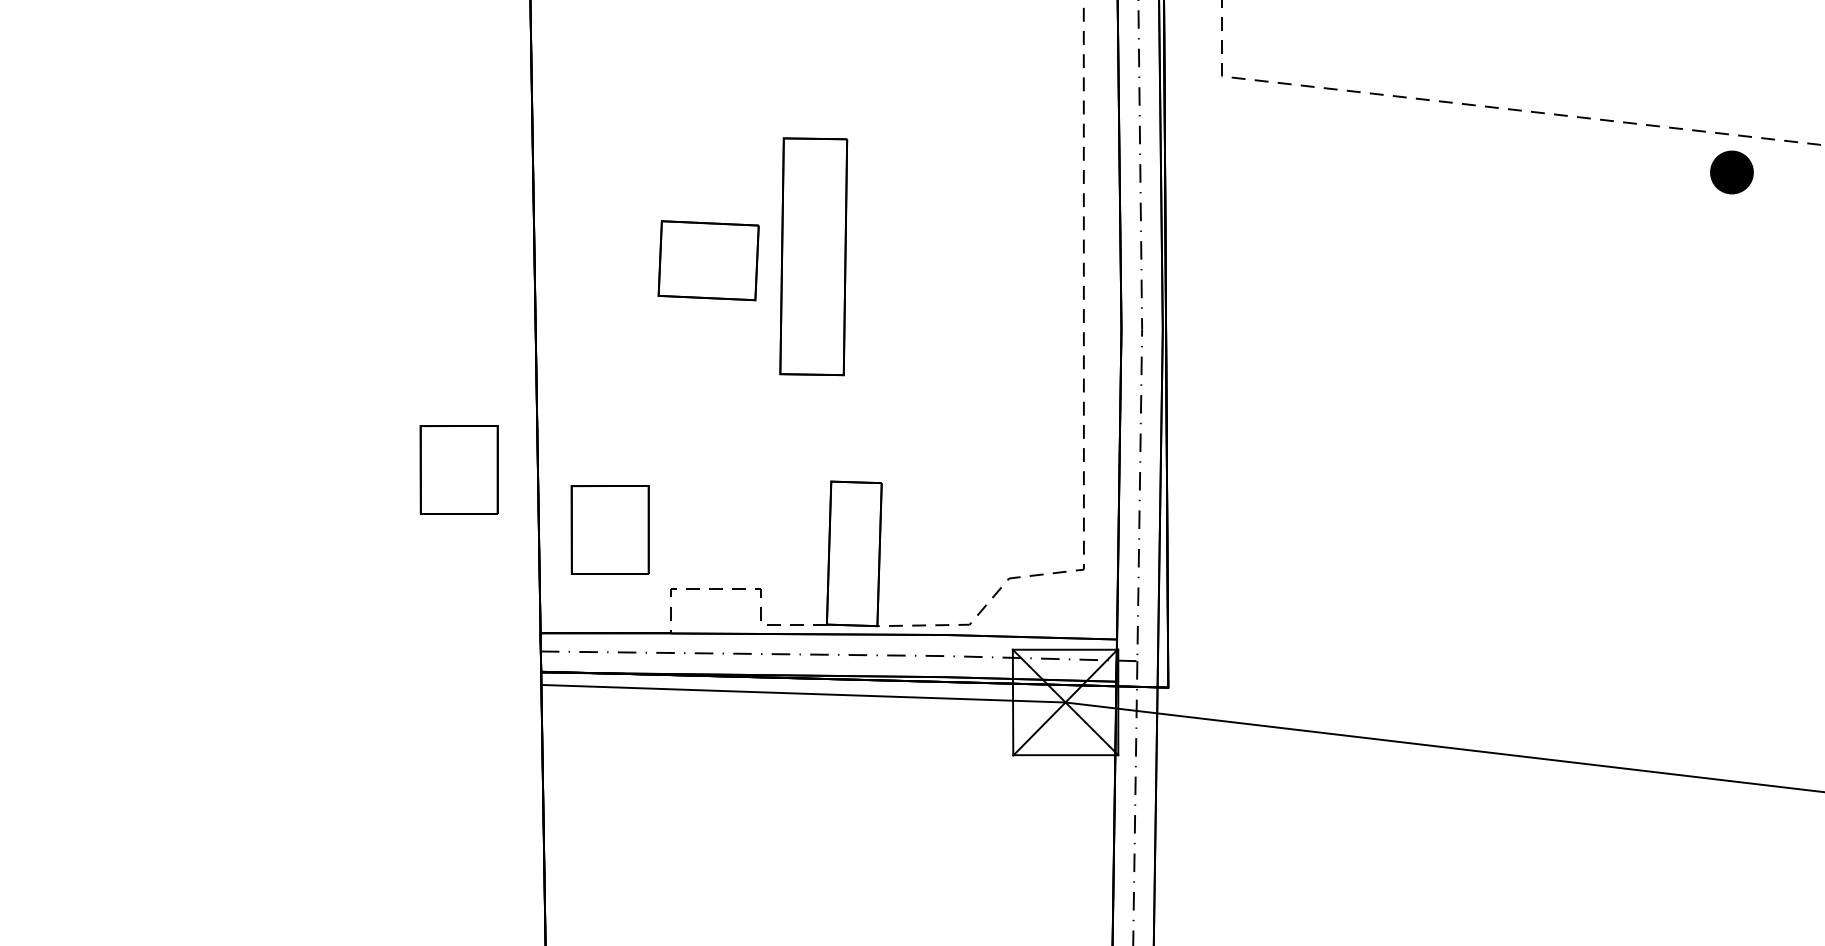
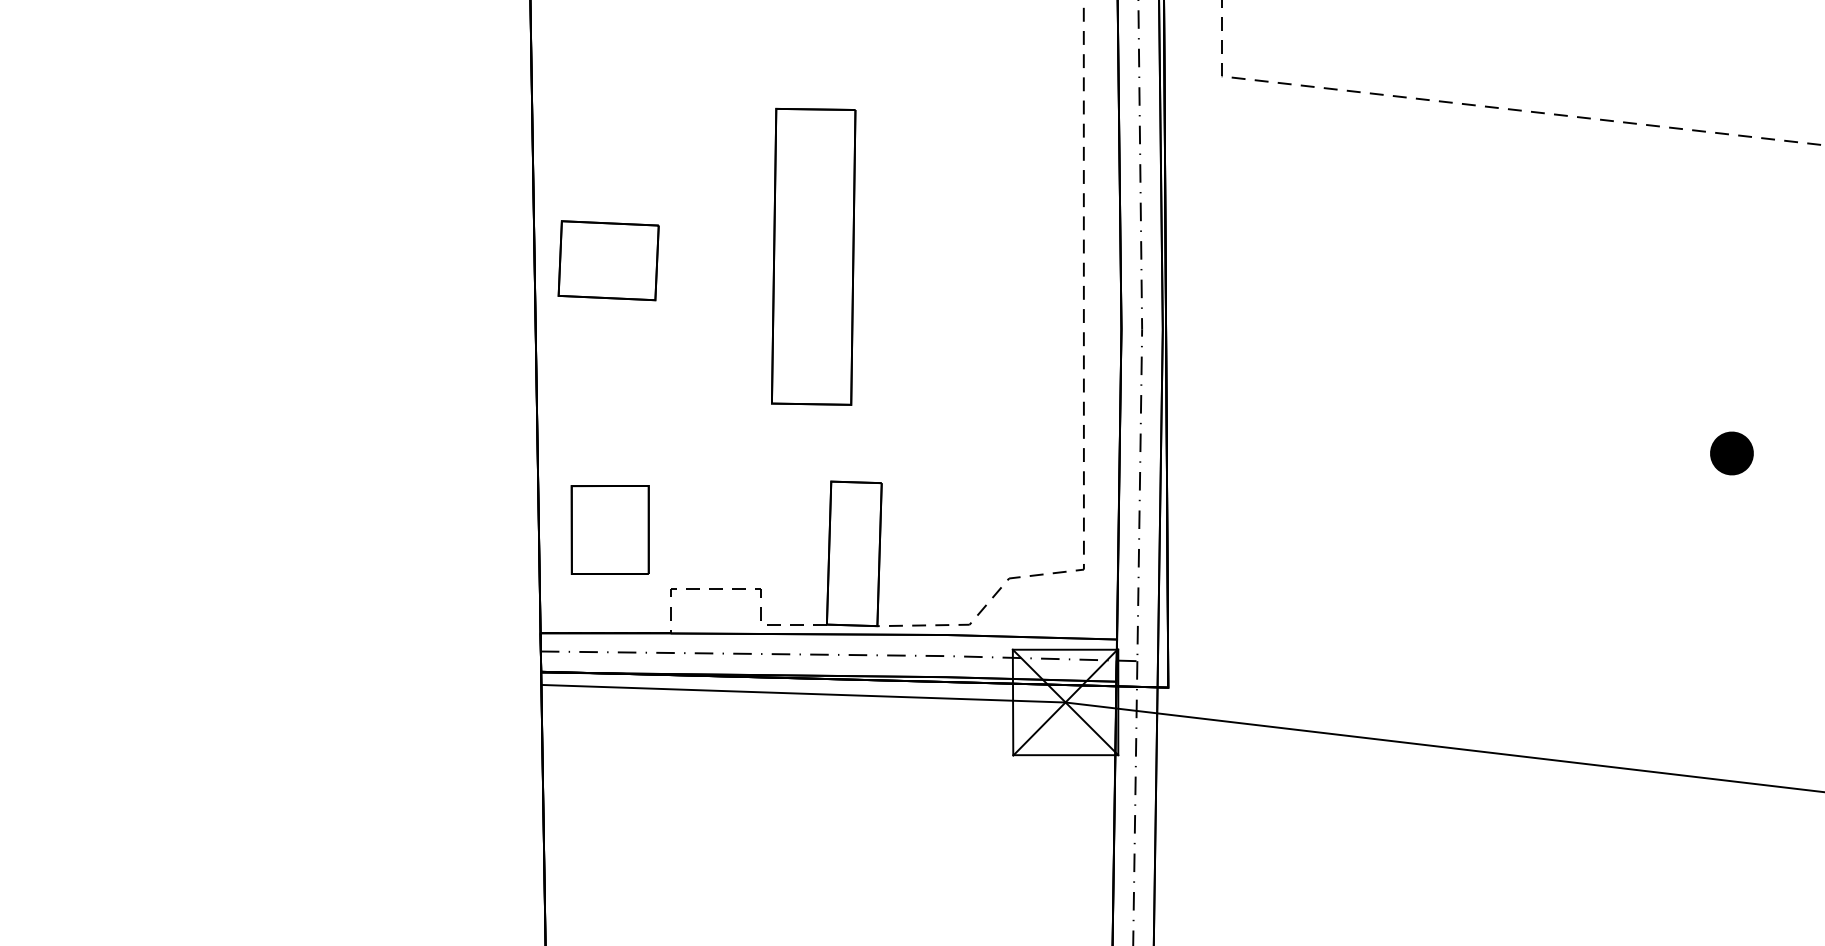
part at (1731, 172) position: (1731, 172) -> (1731, 453)
part at (813, 256) size: 70x240 px -> 86x299 px
part at (708, 260) position: (708, 260) -> (608, 260)
part at (458, 469): present -> none
